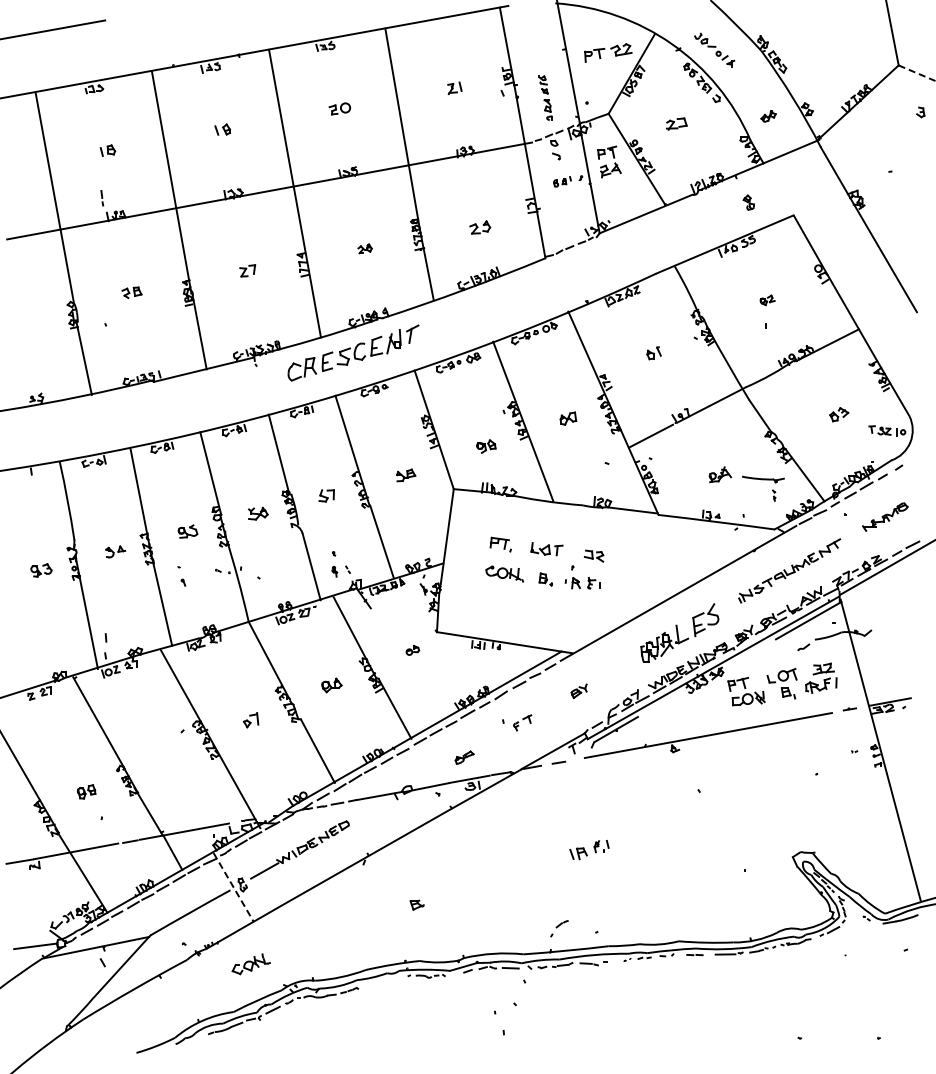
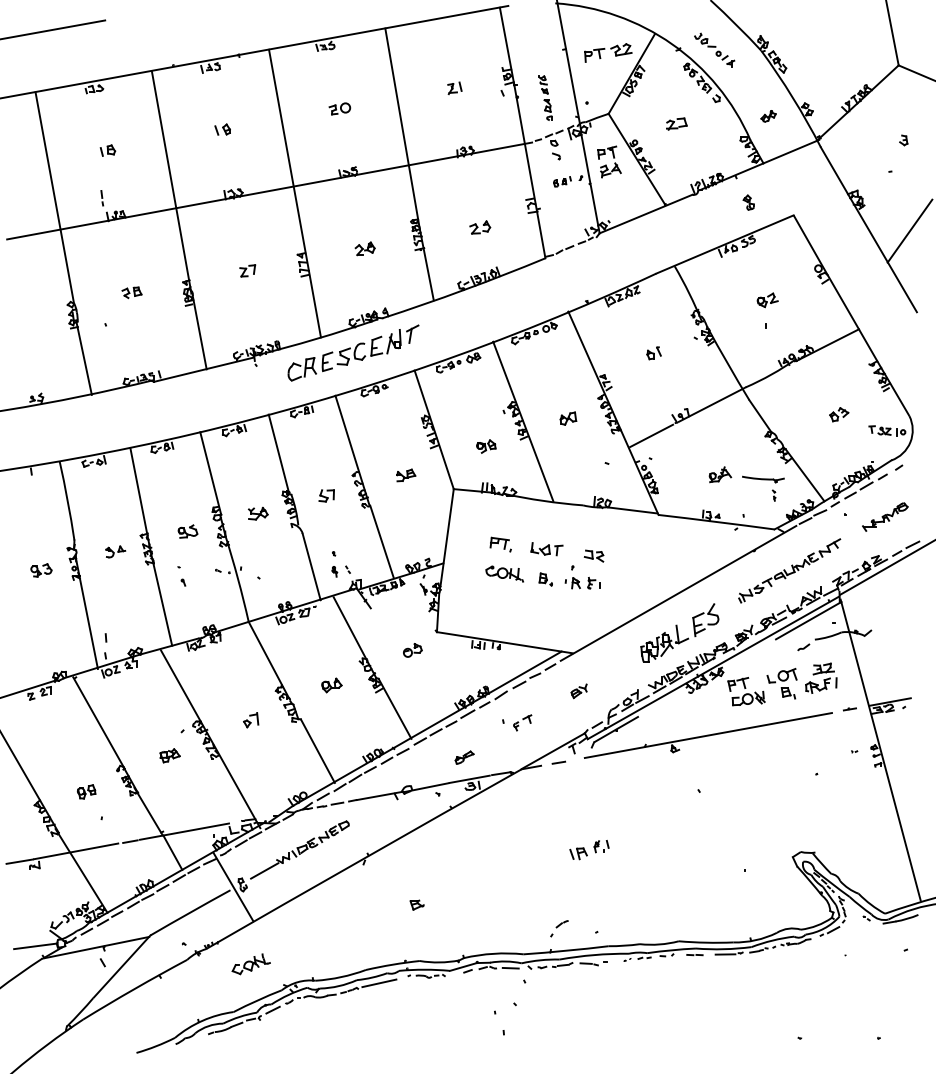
line at (916, 73): dashed -> solid
part at (920, 112) position: (920, 112) -> (903, 140)
line at (909, 230): none -> present
part at (364, 248) size: 16x12 px -> 22x16 px
part at (767, 300) size: 17x13 px -> 23x17 px
part at (412, 650) size: 16x11 px -> 20x15 px
part at (169, 755): none -> present
line at (233, 887): dashed -> solid
line at (379, 983): none -> present
